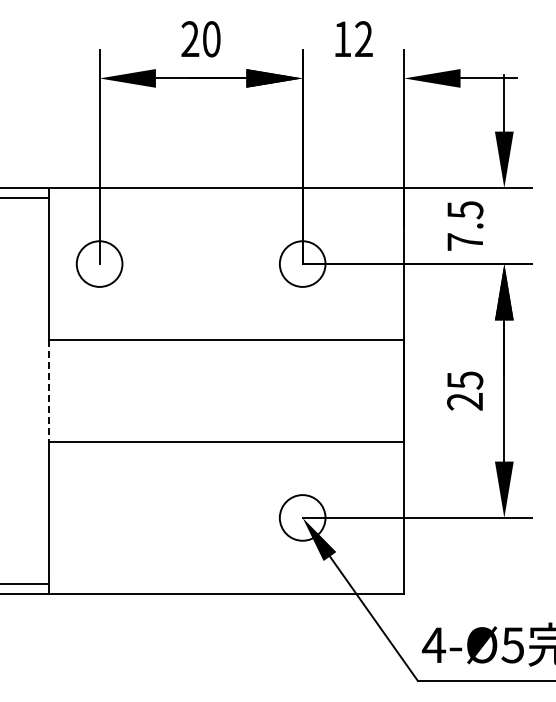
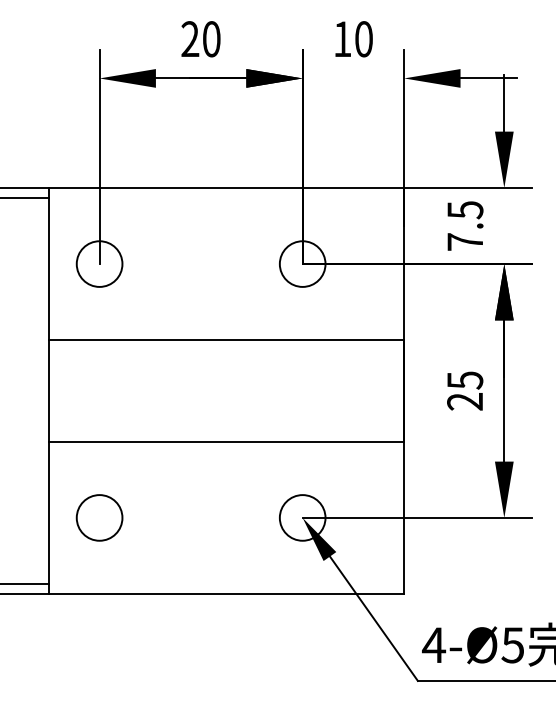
text at (363, 39): 12 -> 10
line at (48, 391): dashed -> solid
circle at (99, 517): none -> present
